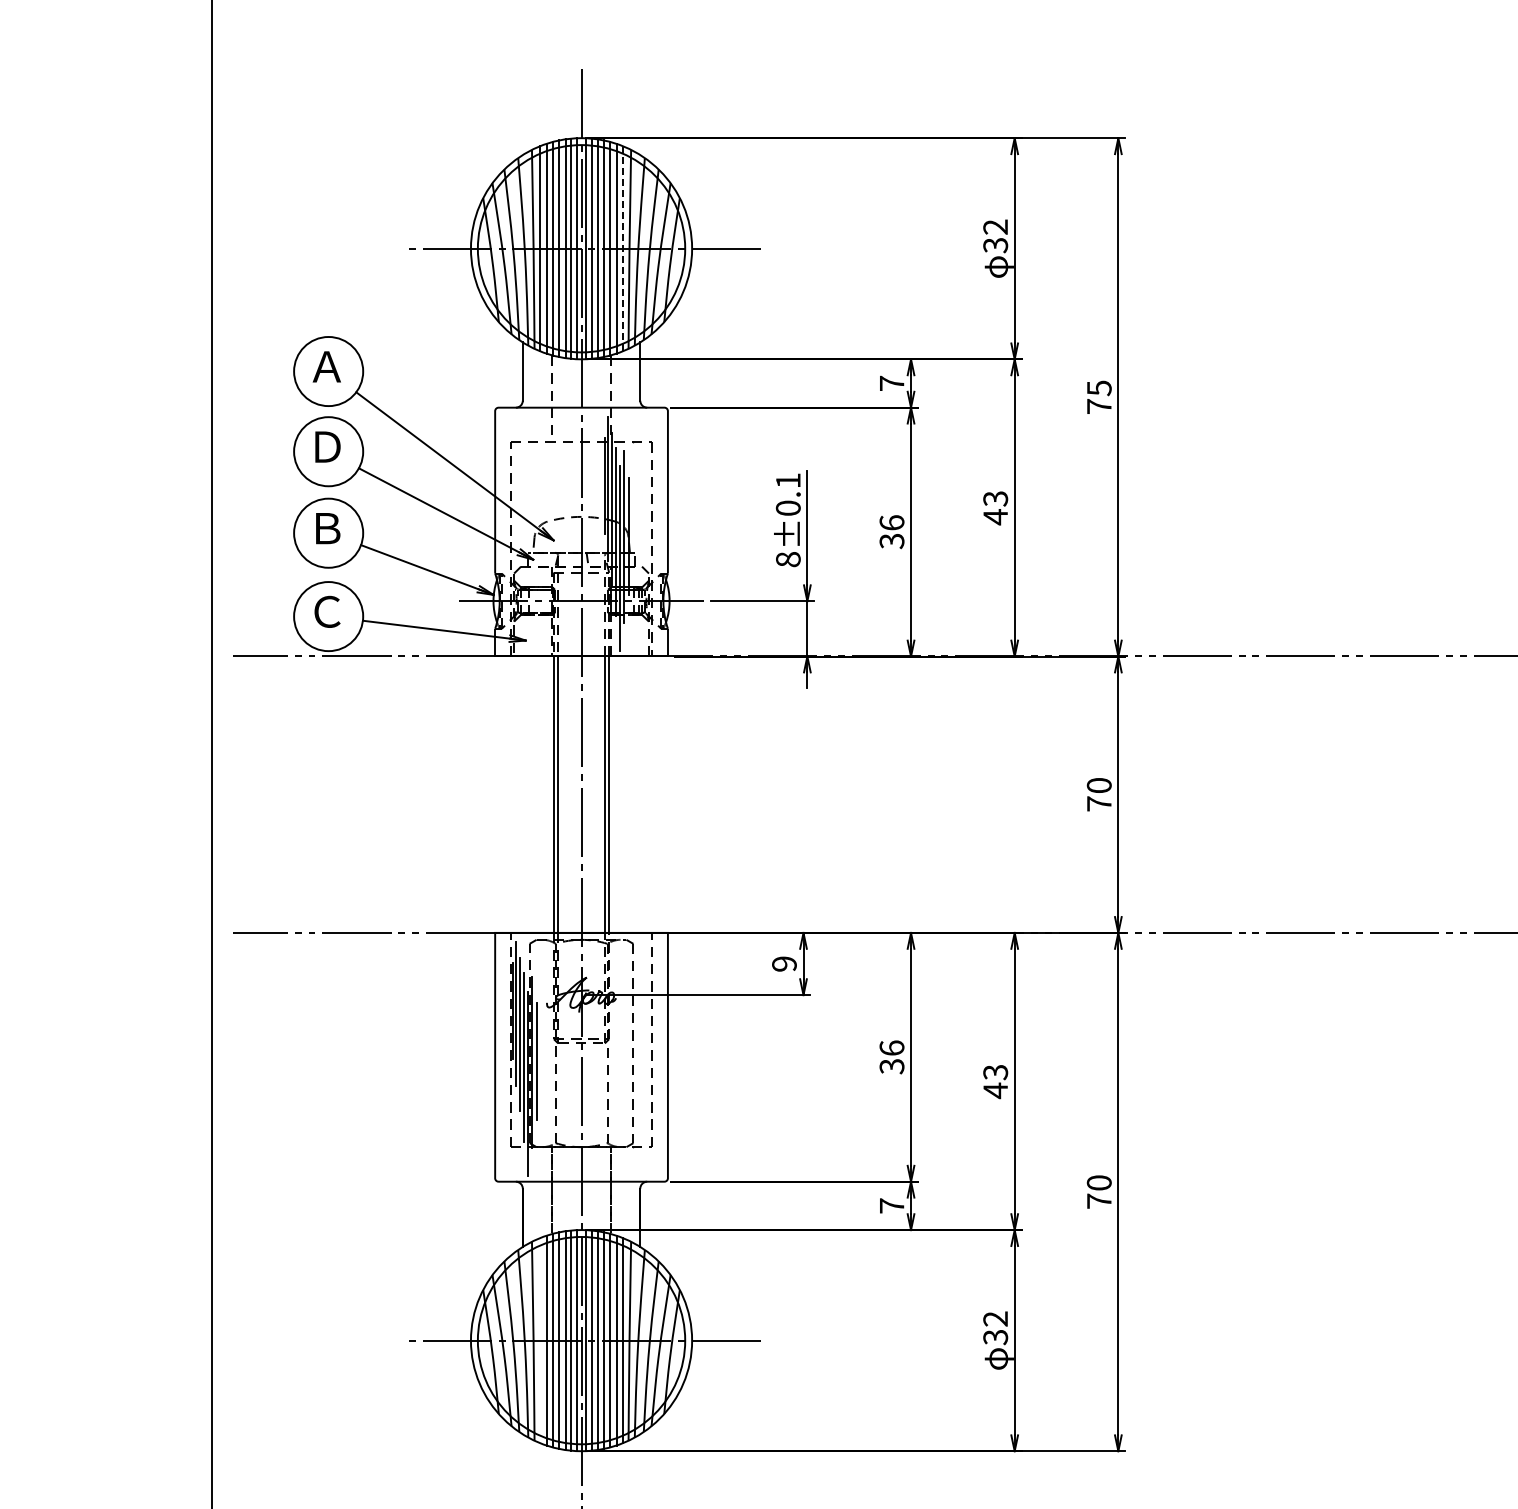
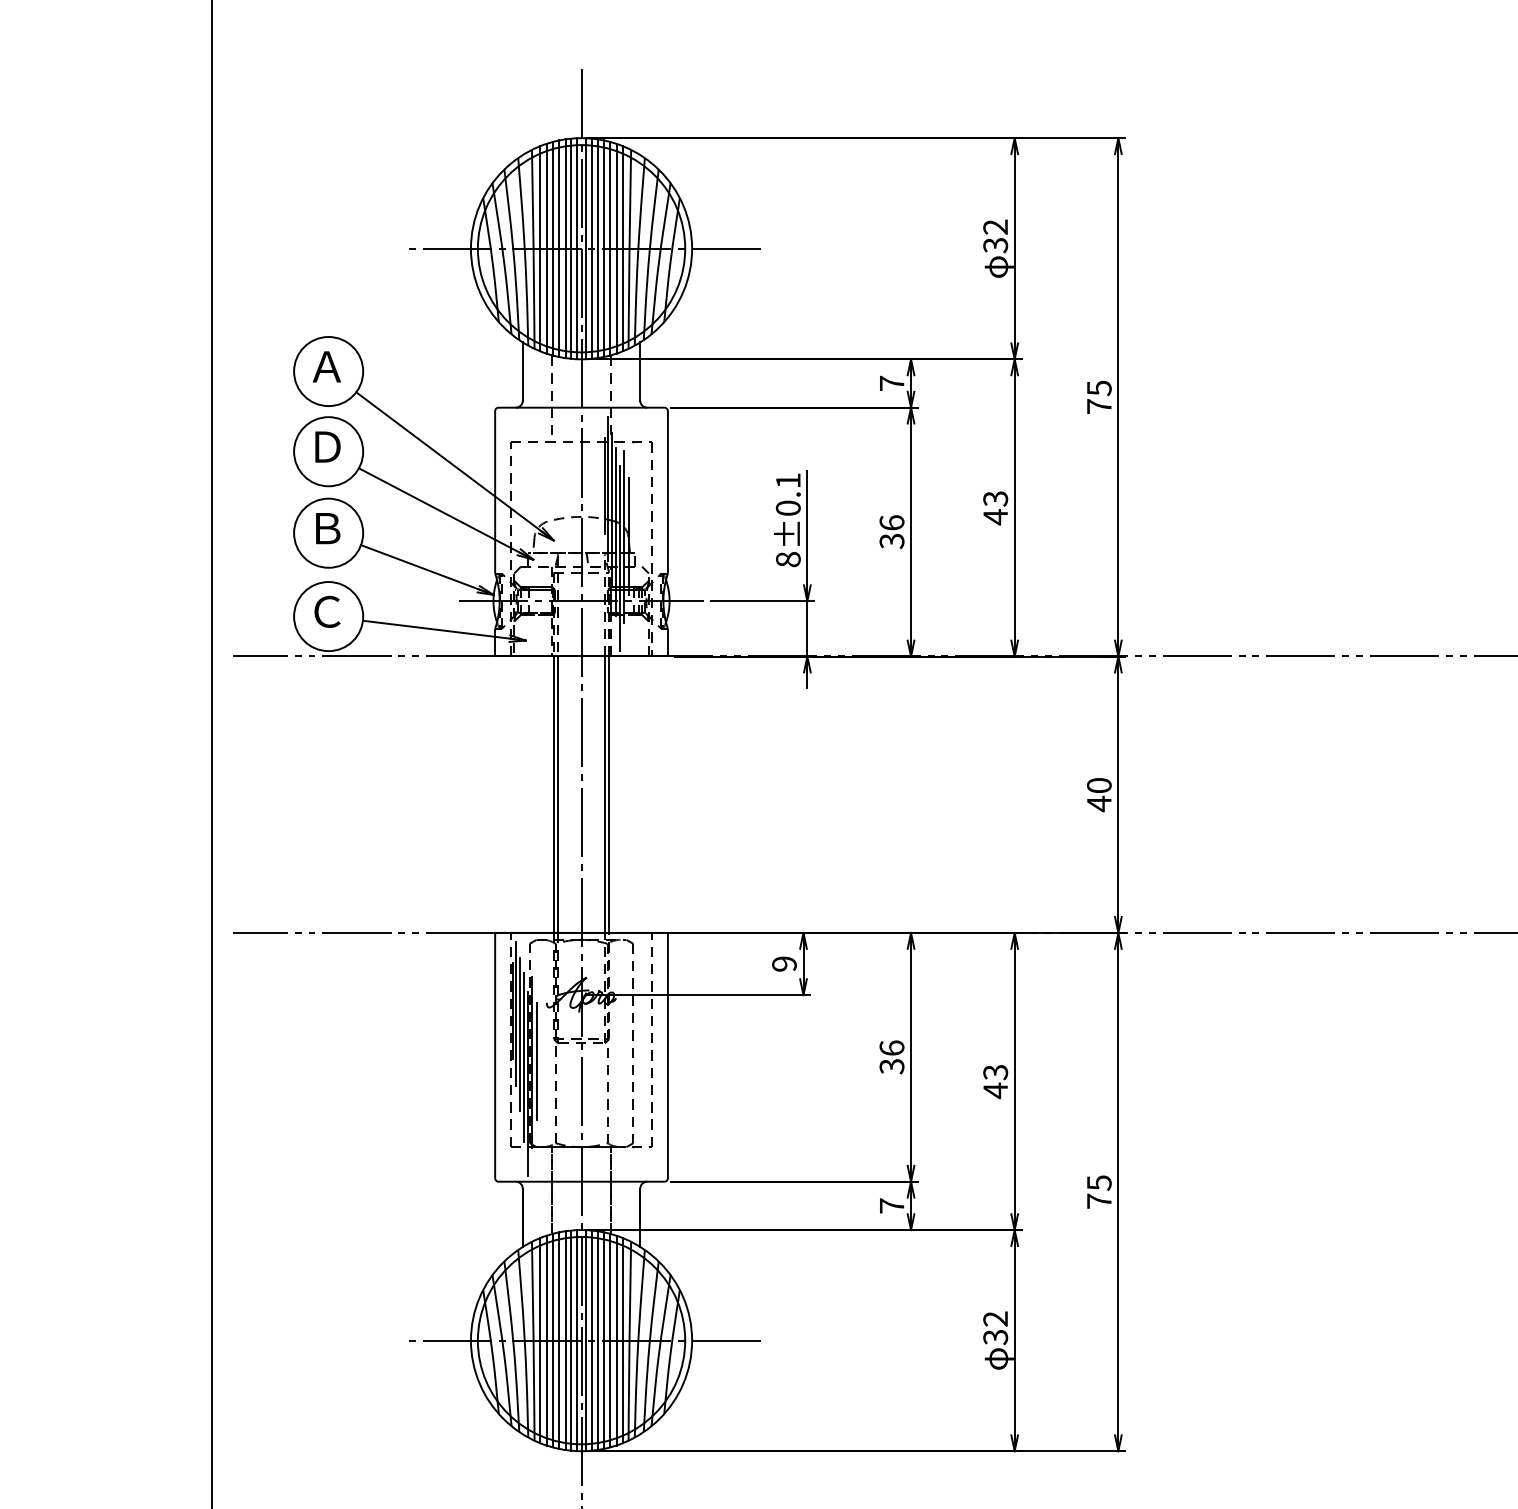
line at (622, 248): dashed -> solid
text at (1099, 803): 70 -> 40
text at (1098, 1182): 70 -> 75
line at (540, 1340): none -> present
